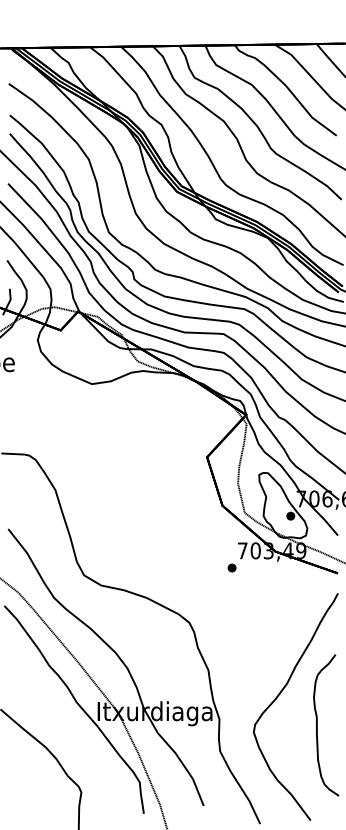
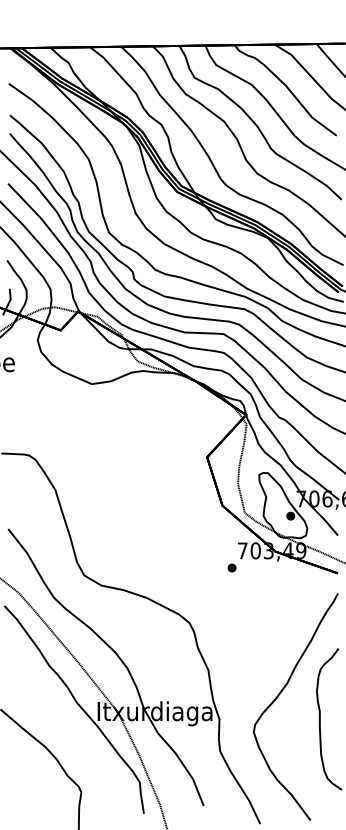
curve at (317, 725) position: (317, 725) -> (320, 719)
